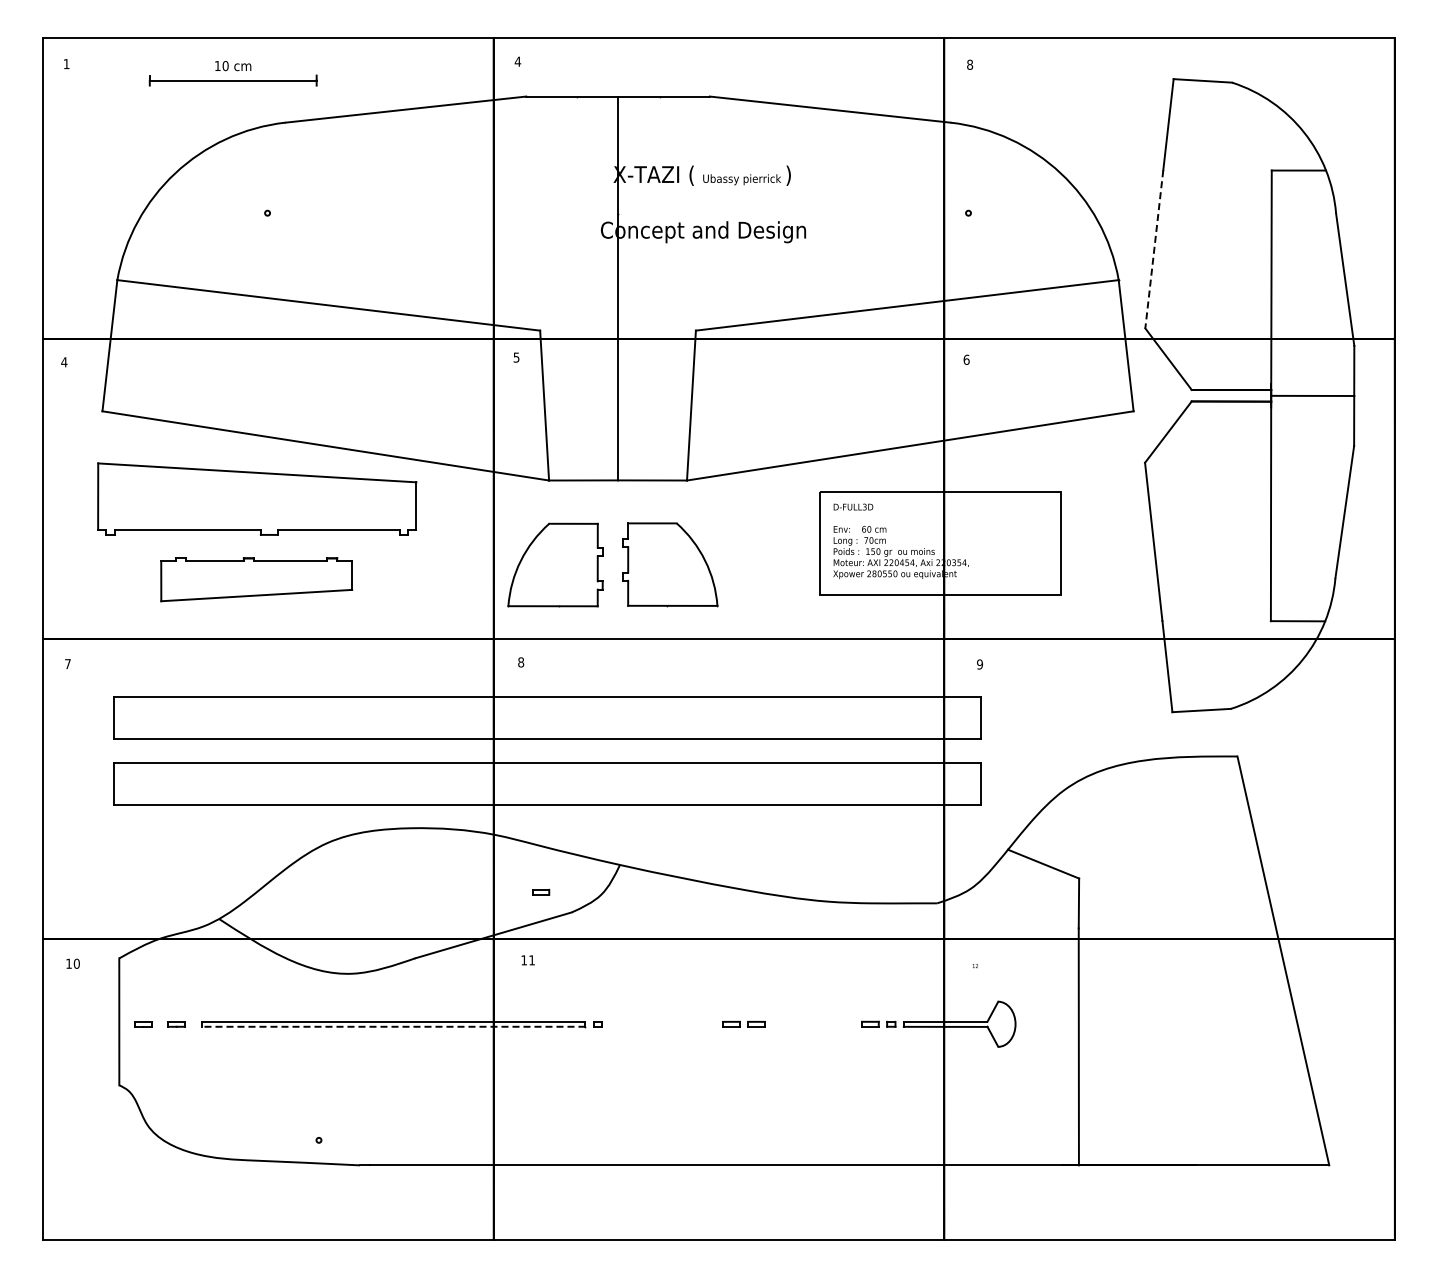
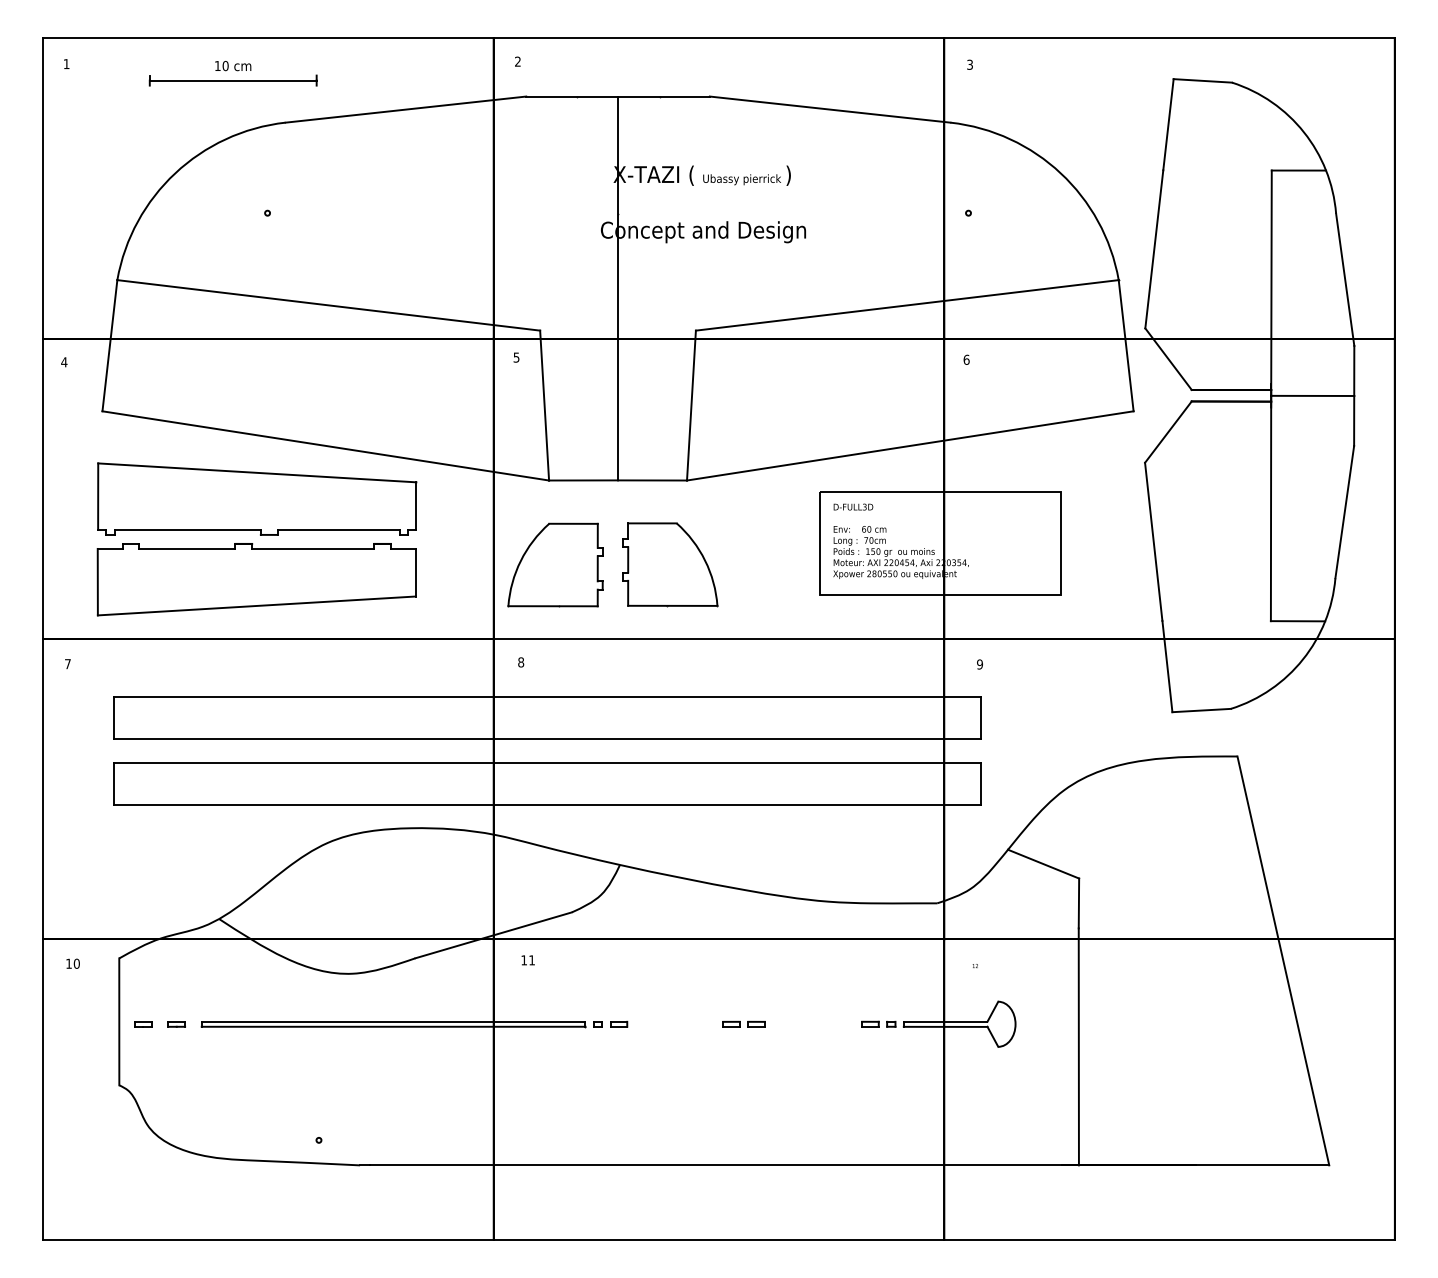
text at (517, 61): 4 -> 2
text at (970, 64): 8 -> 3
line at (1154, 249): dashed -> solid
part at (256, 579) size: 194x46 px -> 321x74 px
part at (541, 891) position: (541, 891) -> (619, 1023)
line at (393, 1026): dashed -> solid
